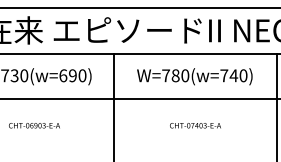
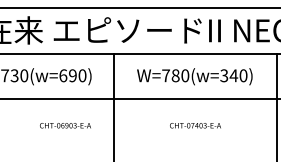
text at (224, 75): W=780(w=740) -> W=780(w=340)
text at (34, 125) position: (34, 125) -> (65, 125)
